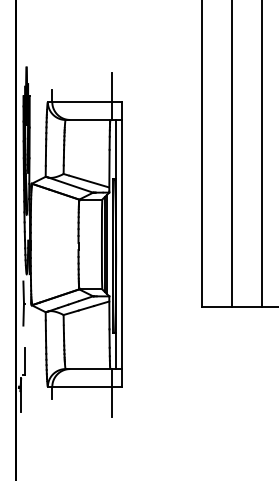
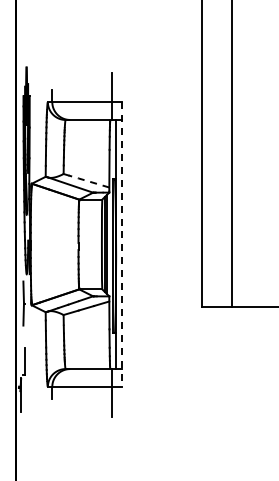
line at (261, 154): present -> none
line at (88, 181): solid -> dashed
line at (122, 245): solid -> dashed
